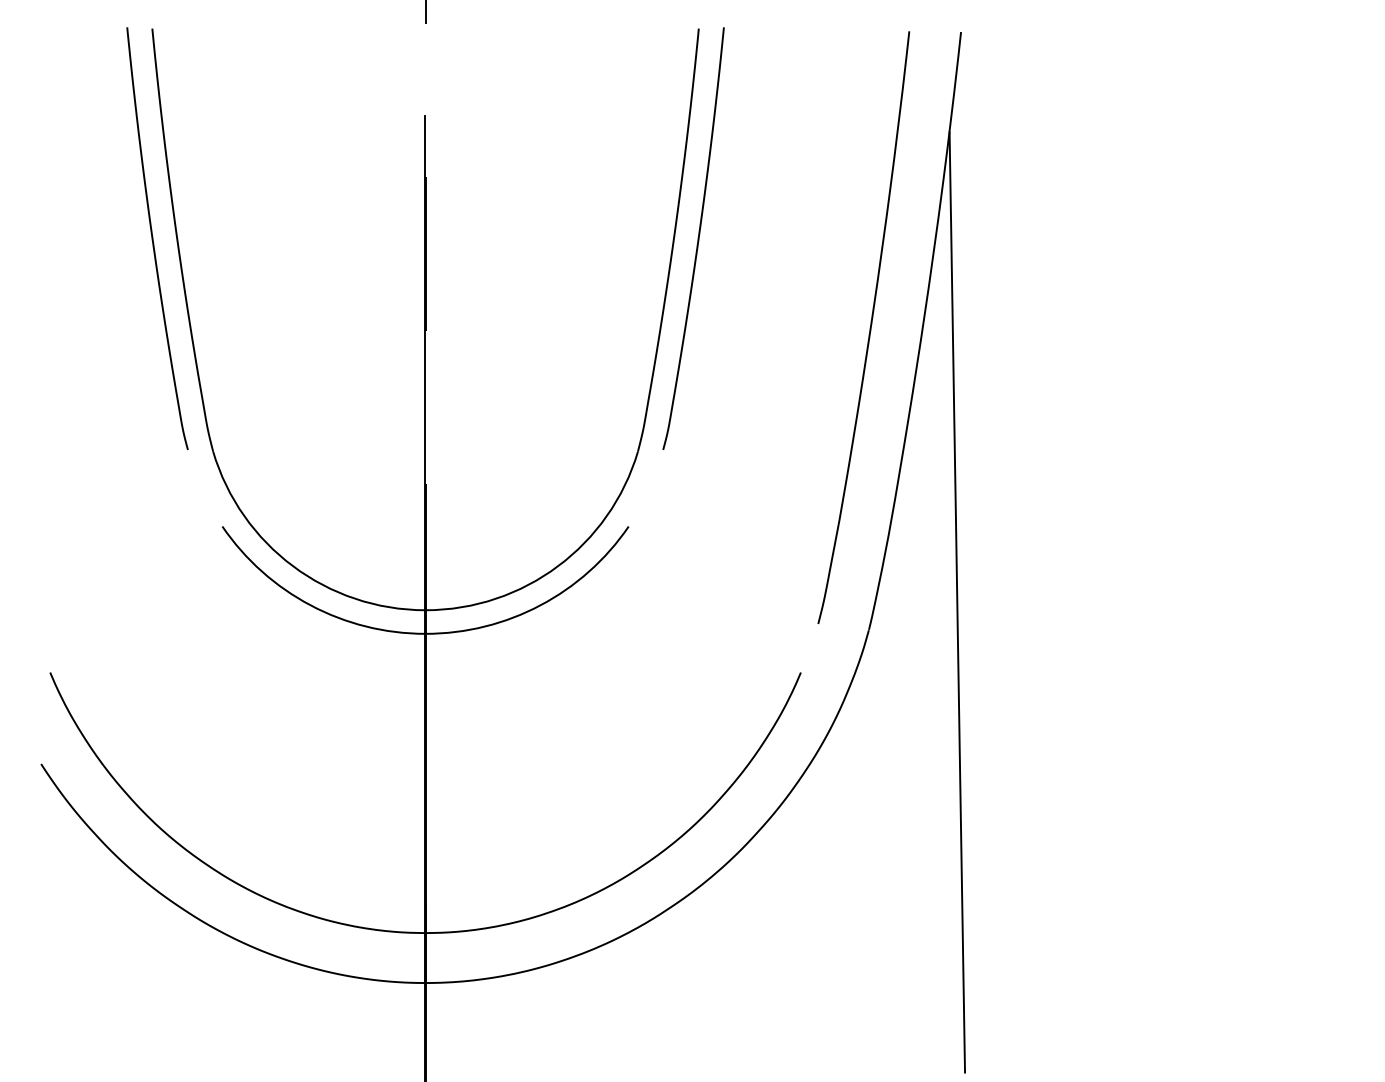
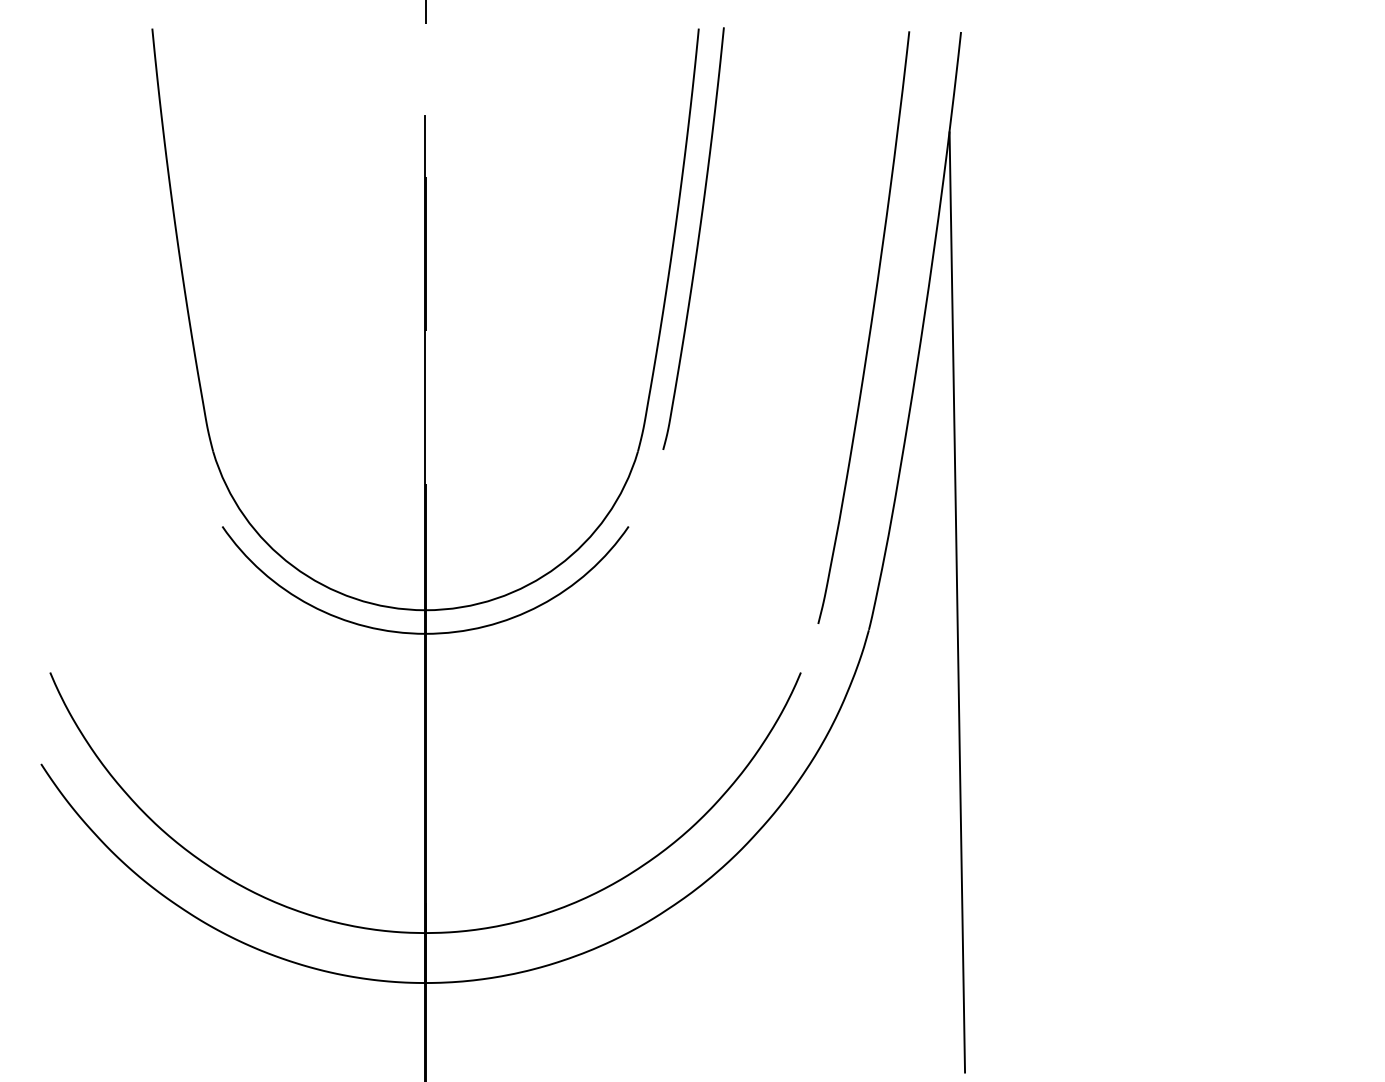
curve at (153, 238): present -> none
